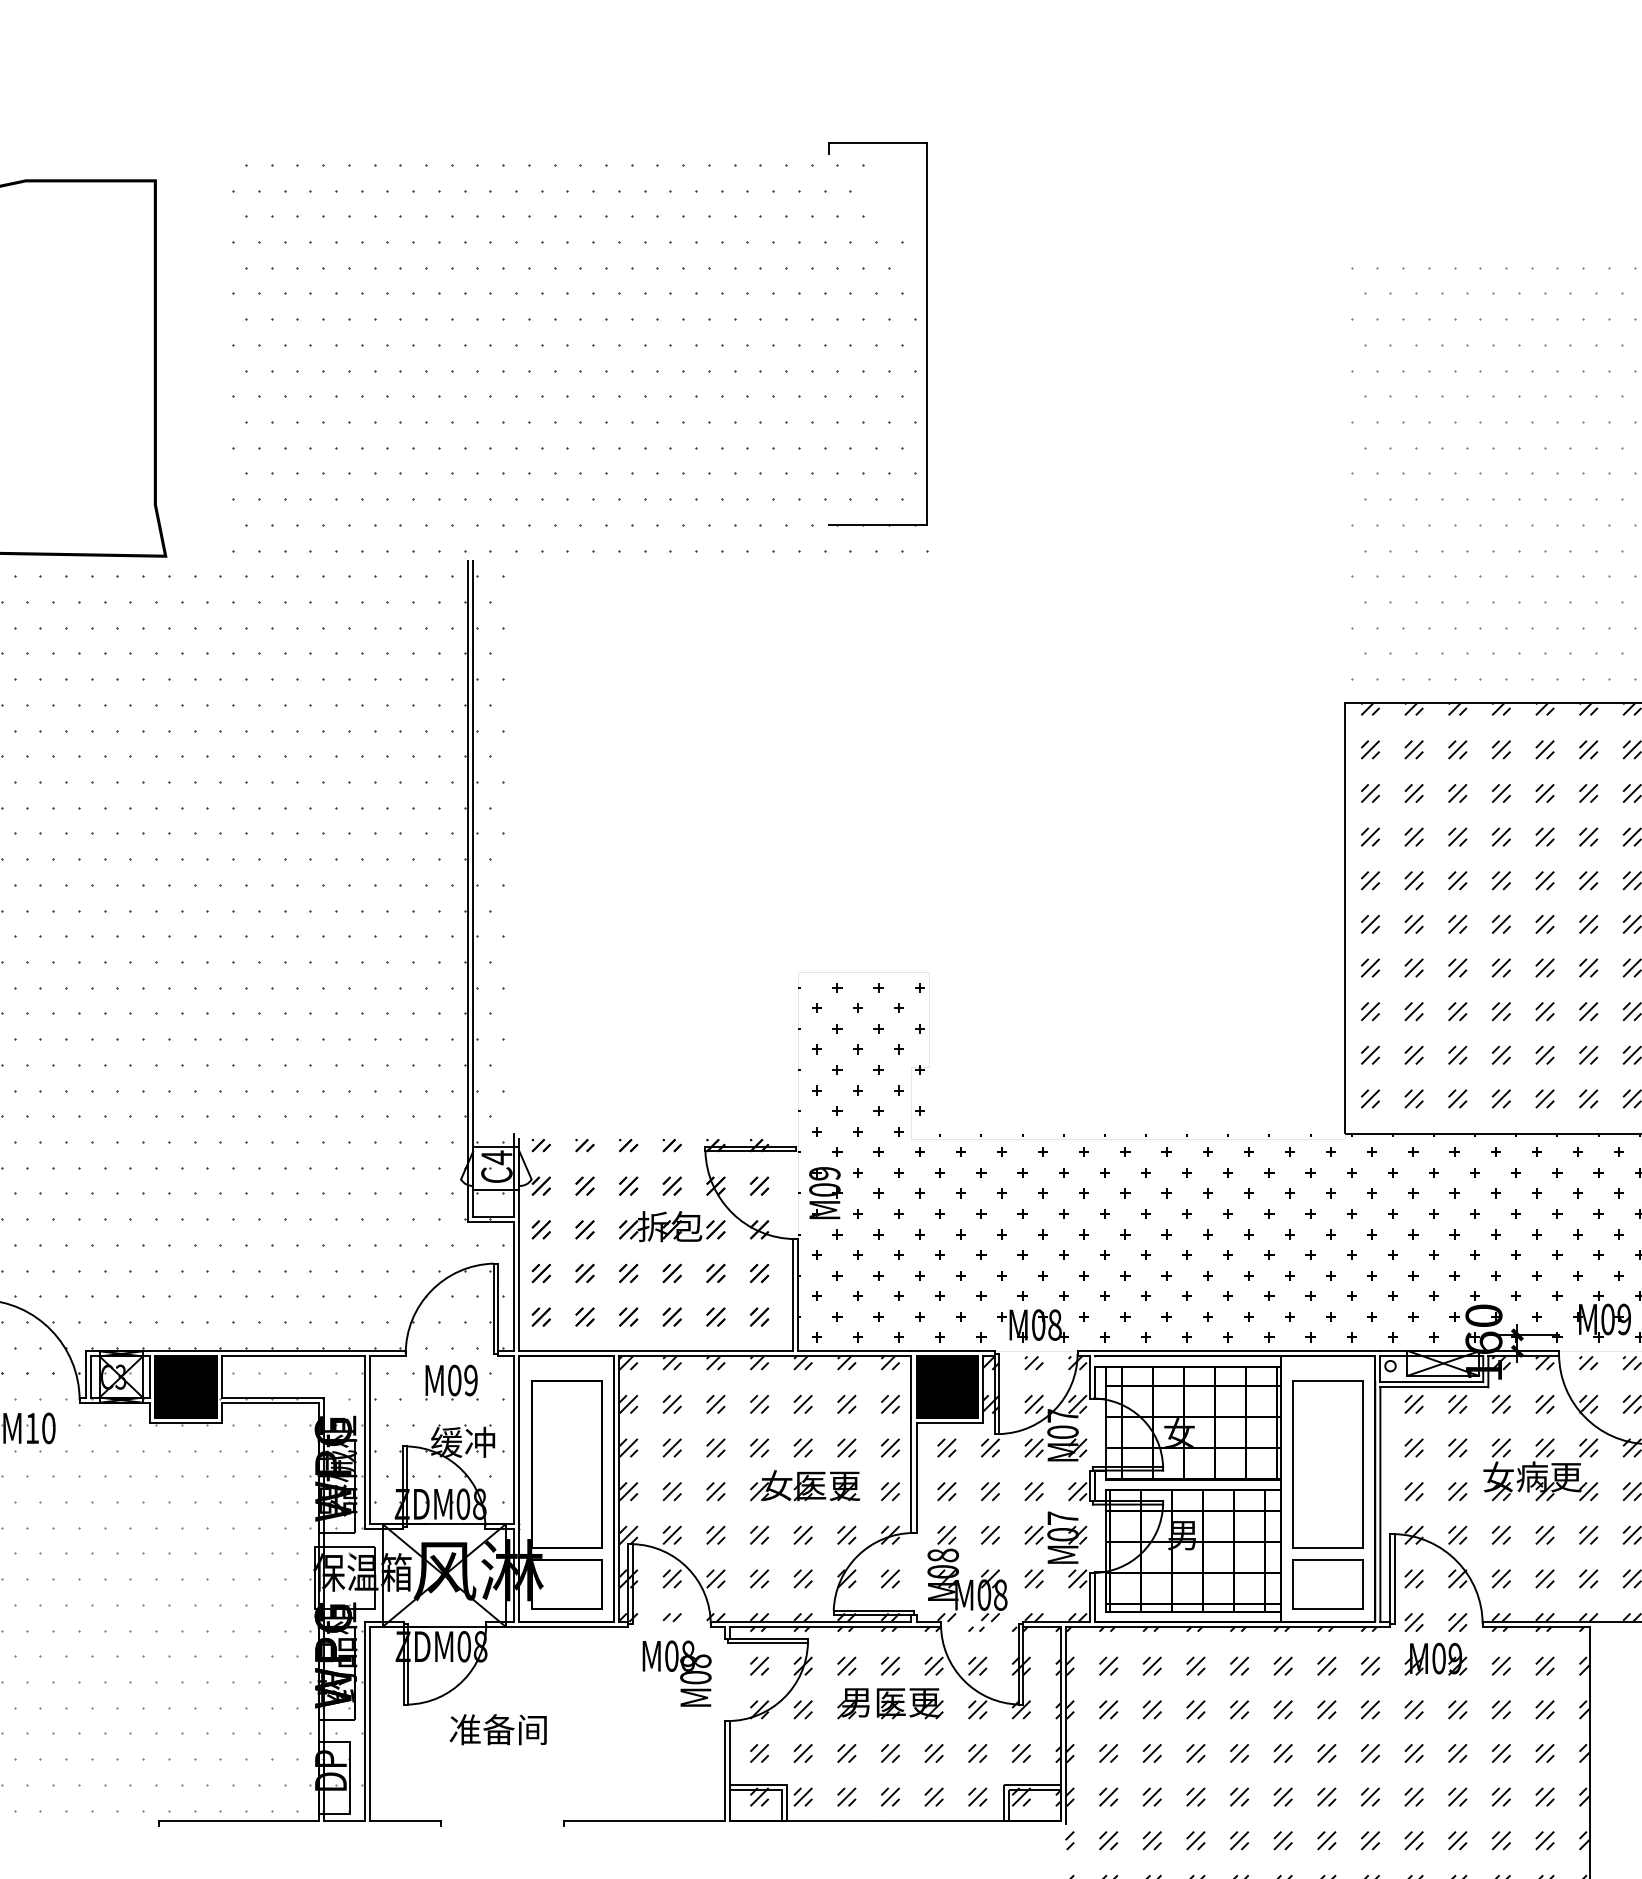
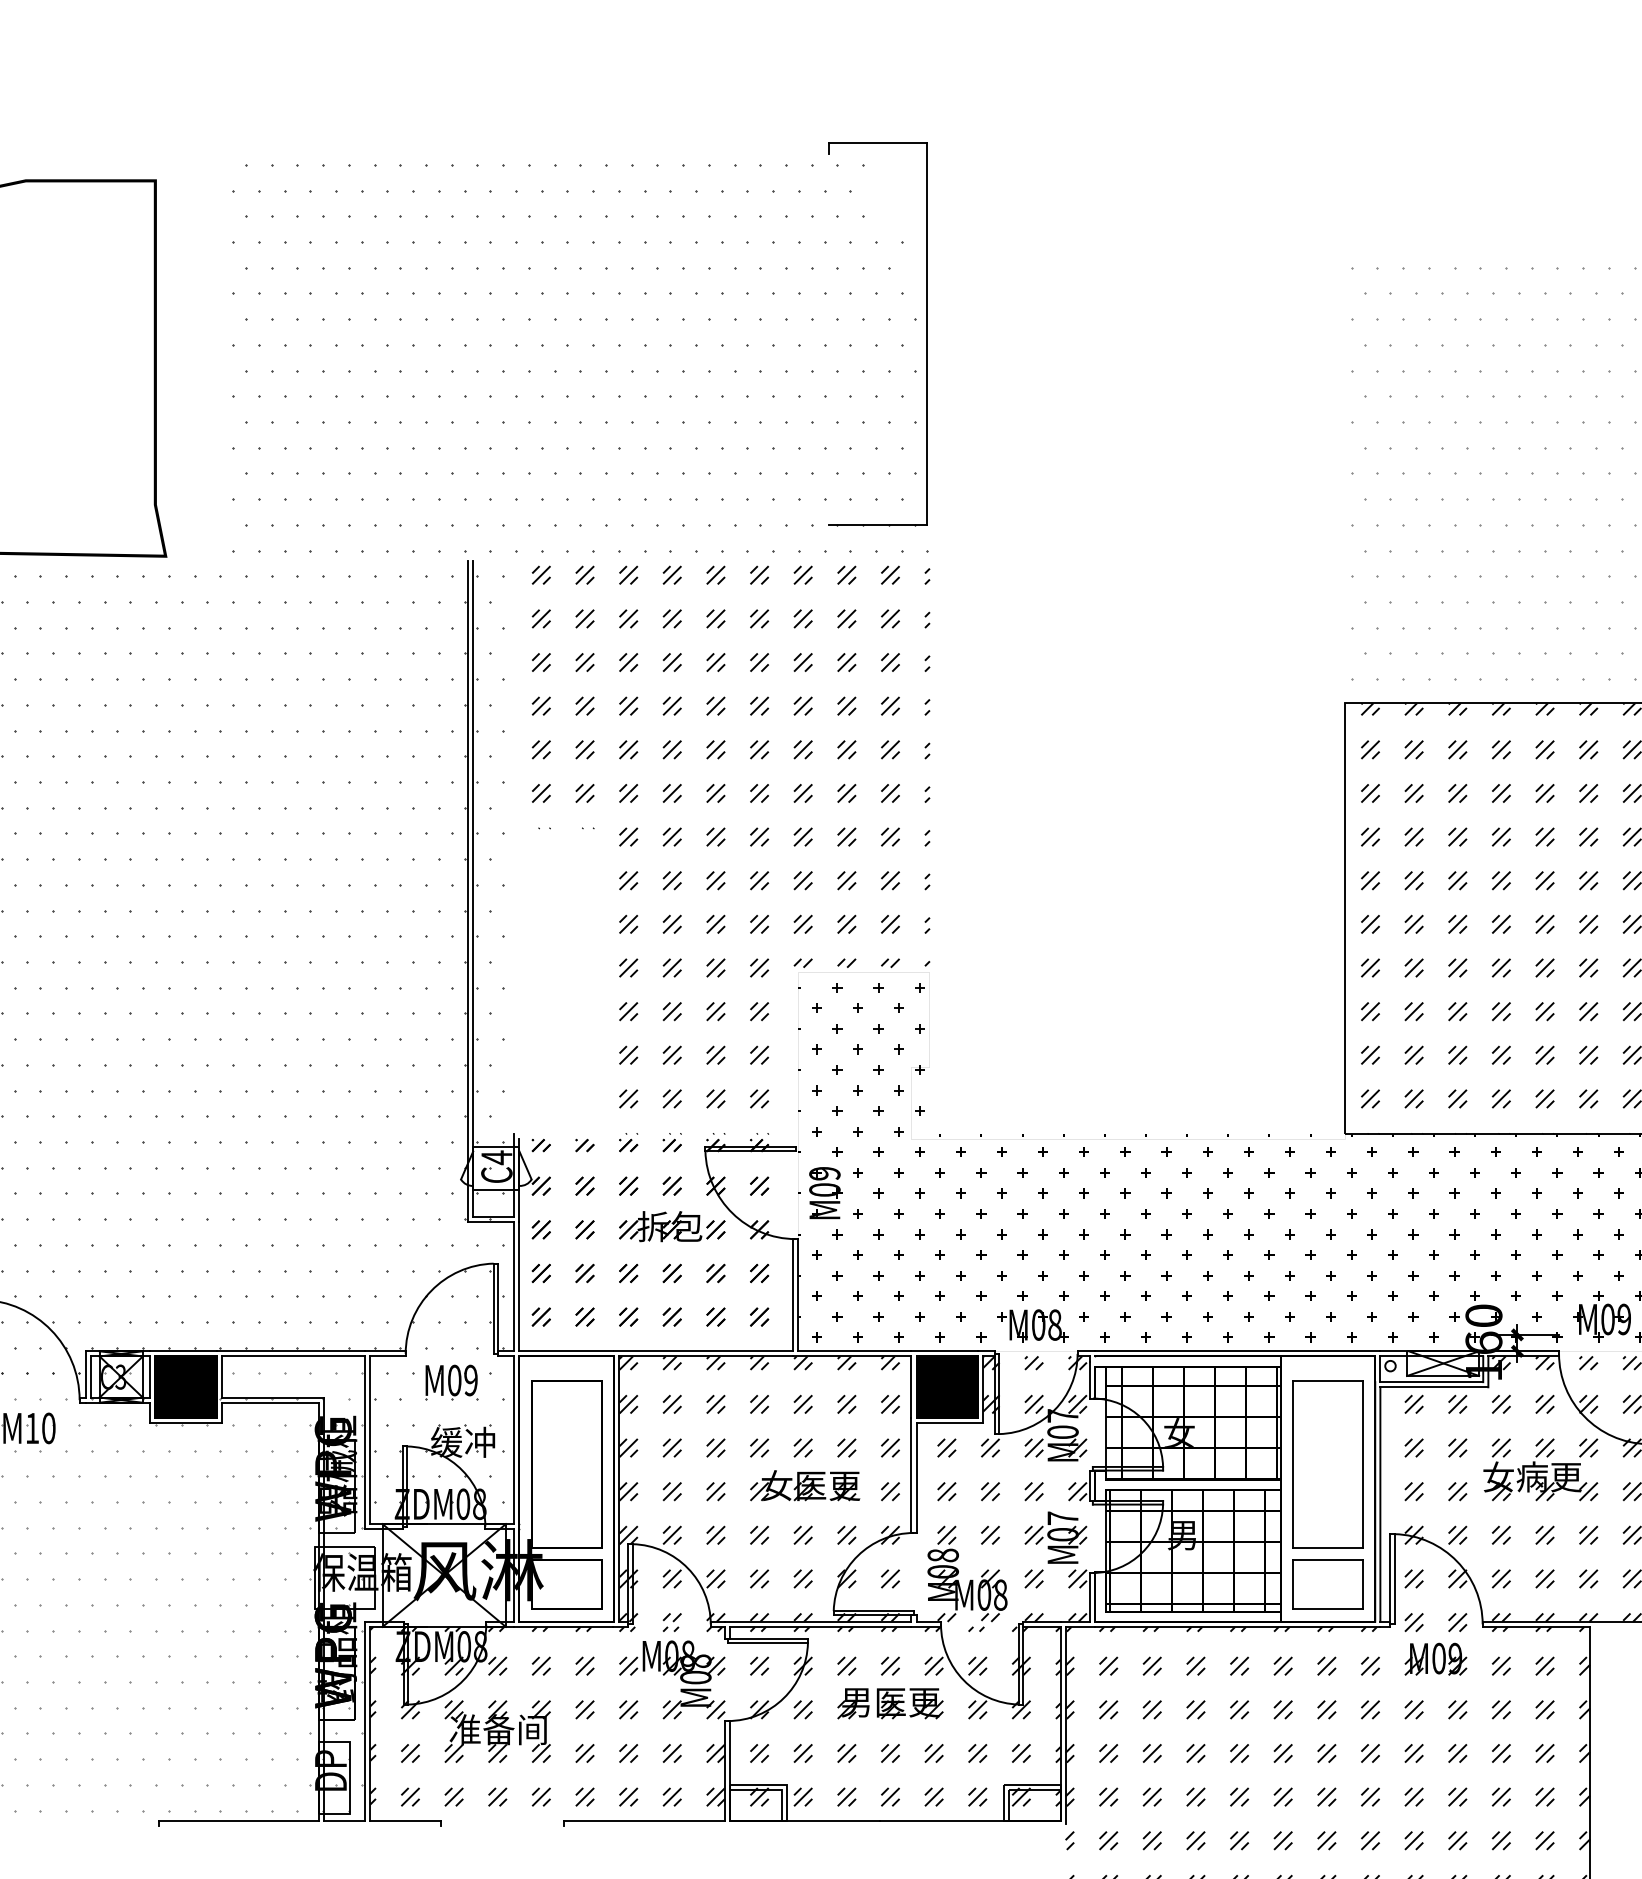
hatch at (730, 850): none -> present
hatch at (547, 1716): none -> present
